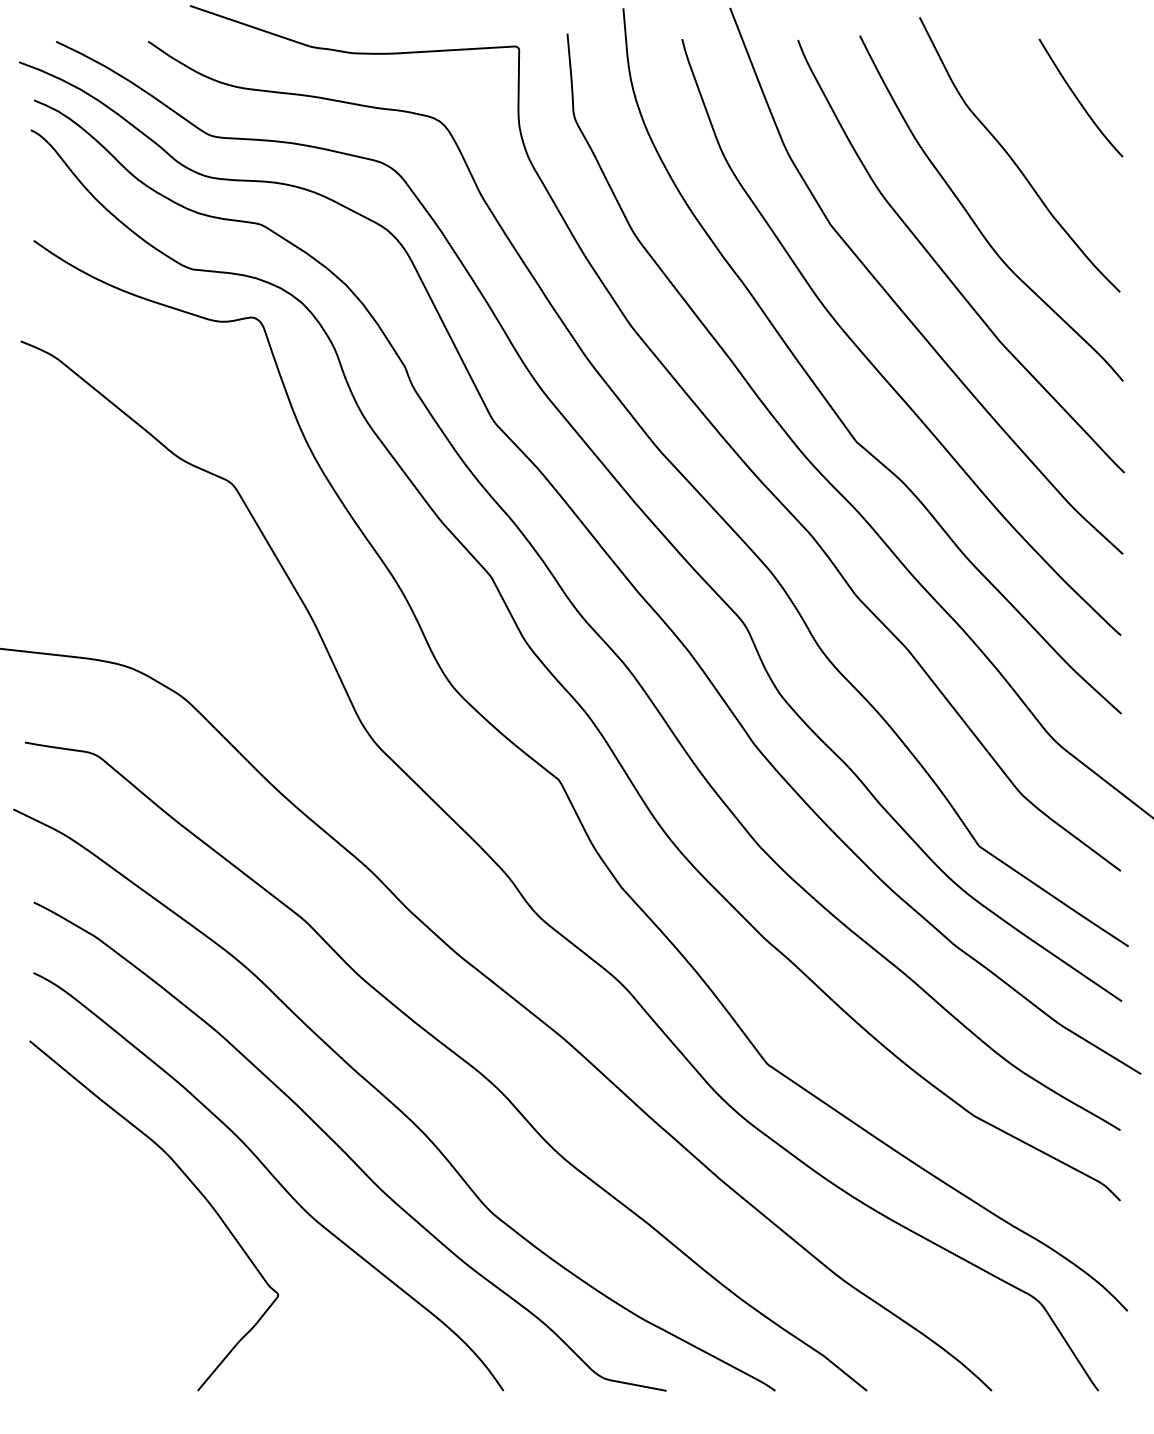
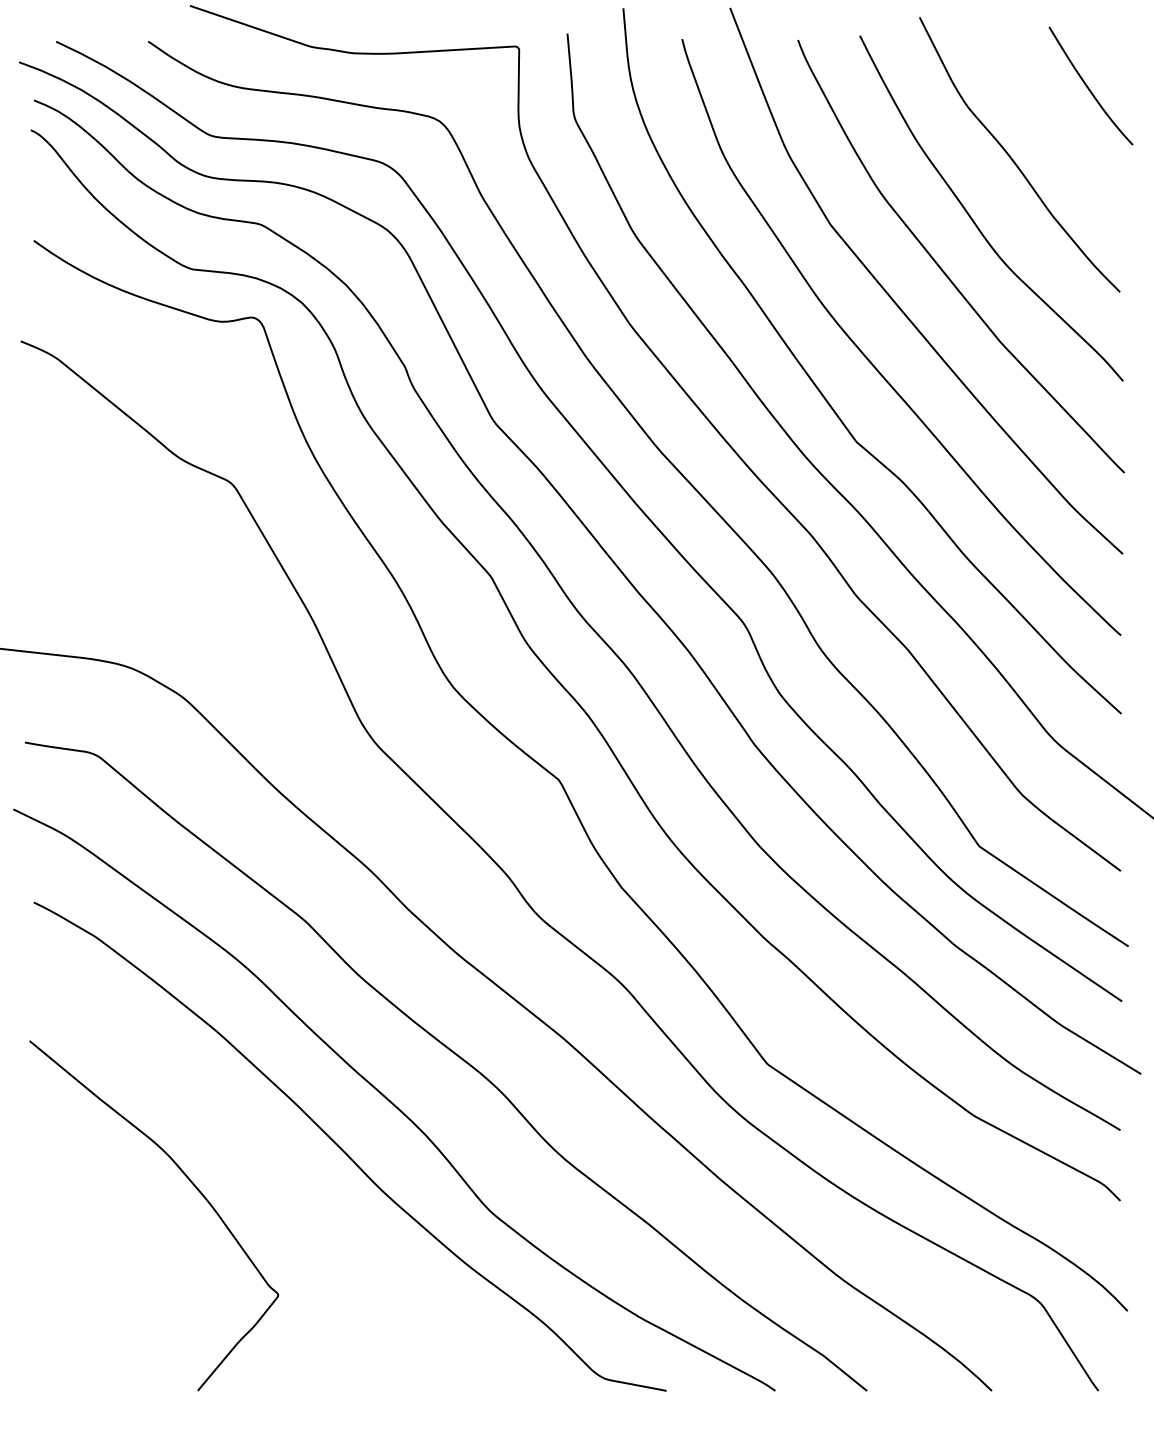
curve at (1078, 98) position: (1078, 98) -> (1088, 86)
curve at (274, 1179): present -> none
